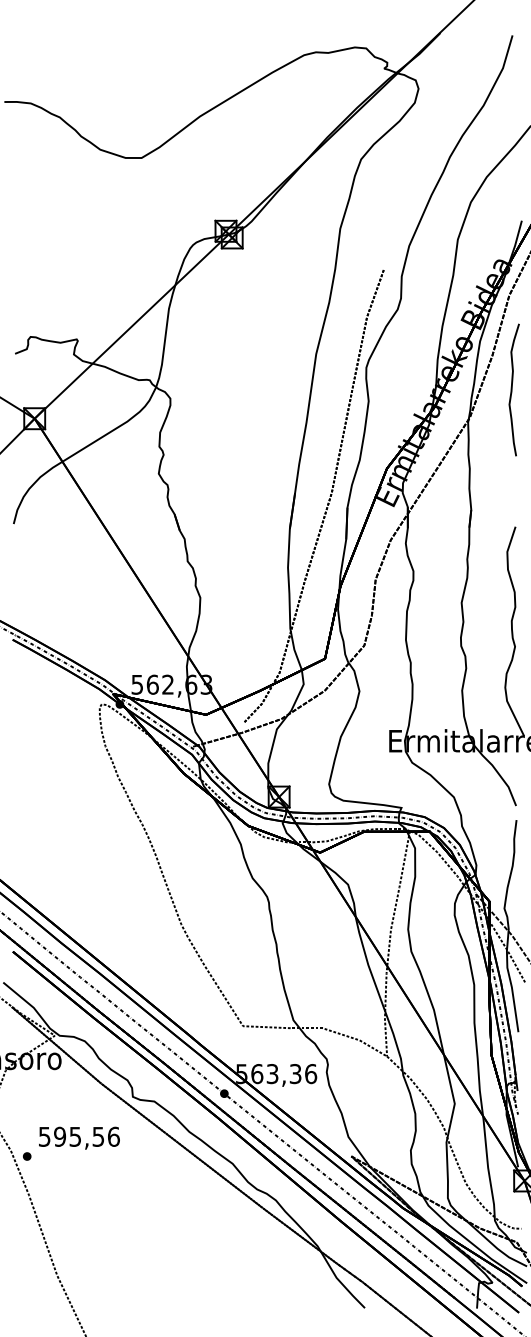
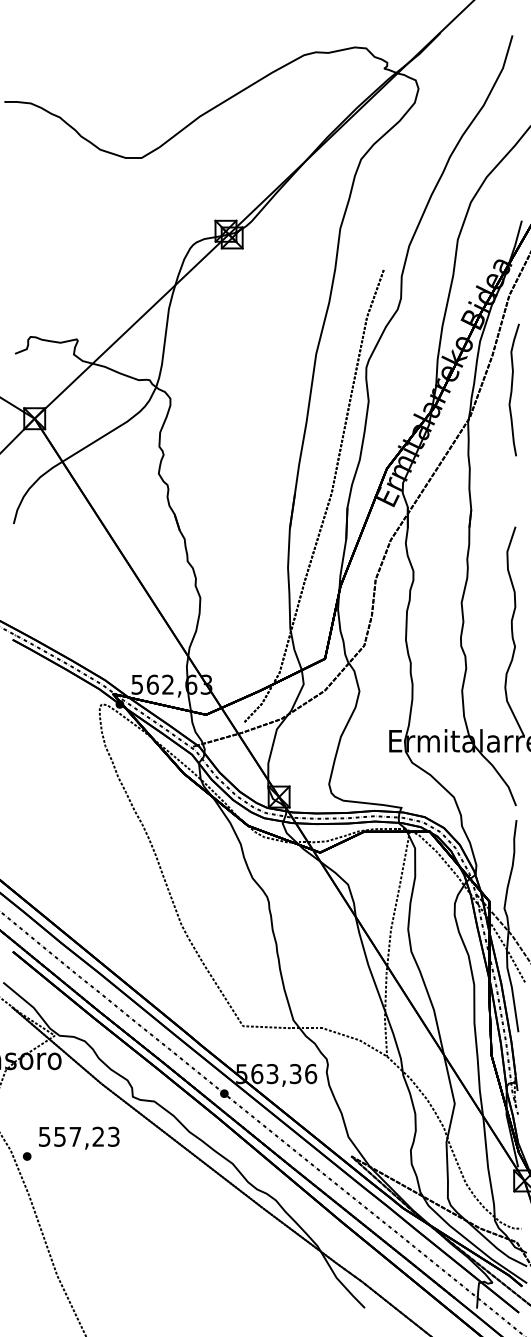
text at (86, 1136): 595,56 -> 557,23
